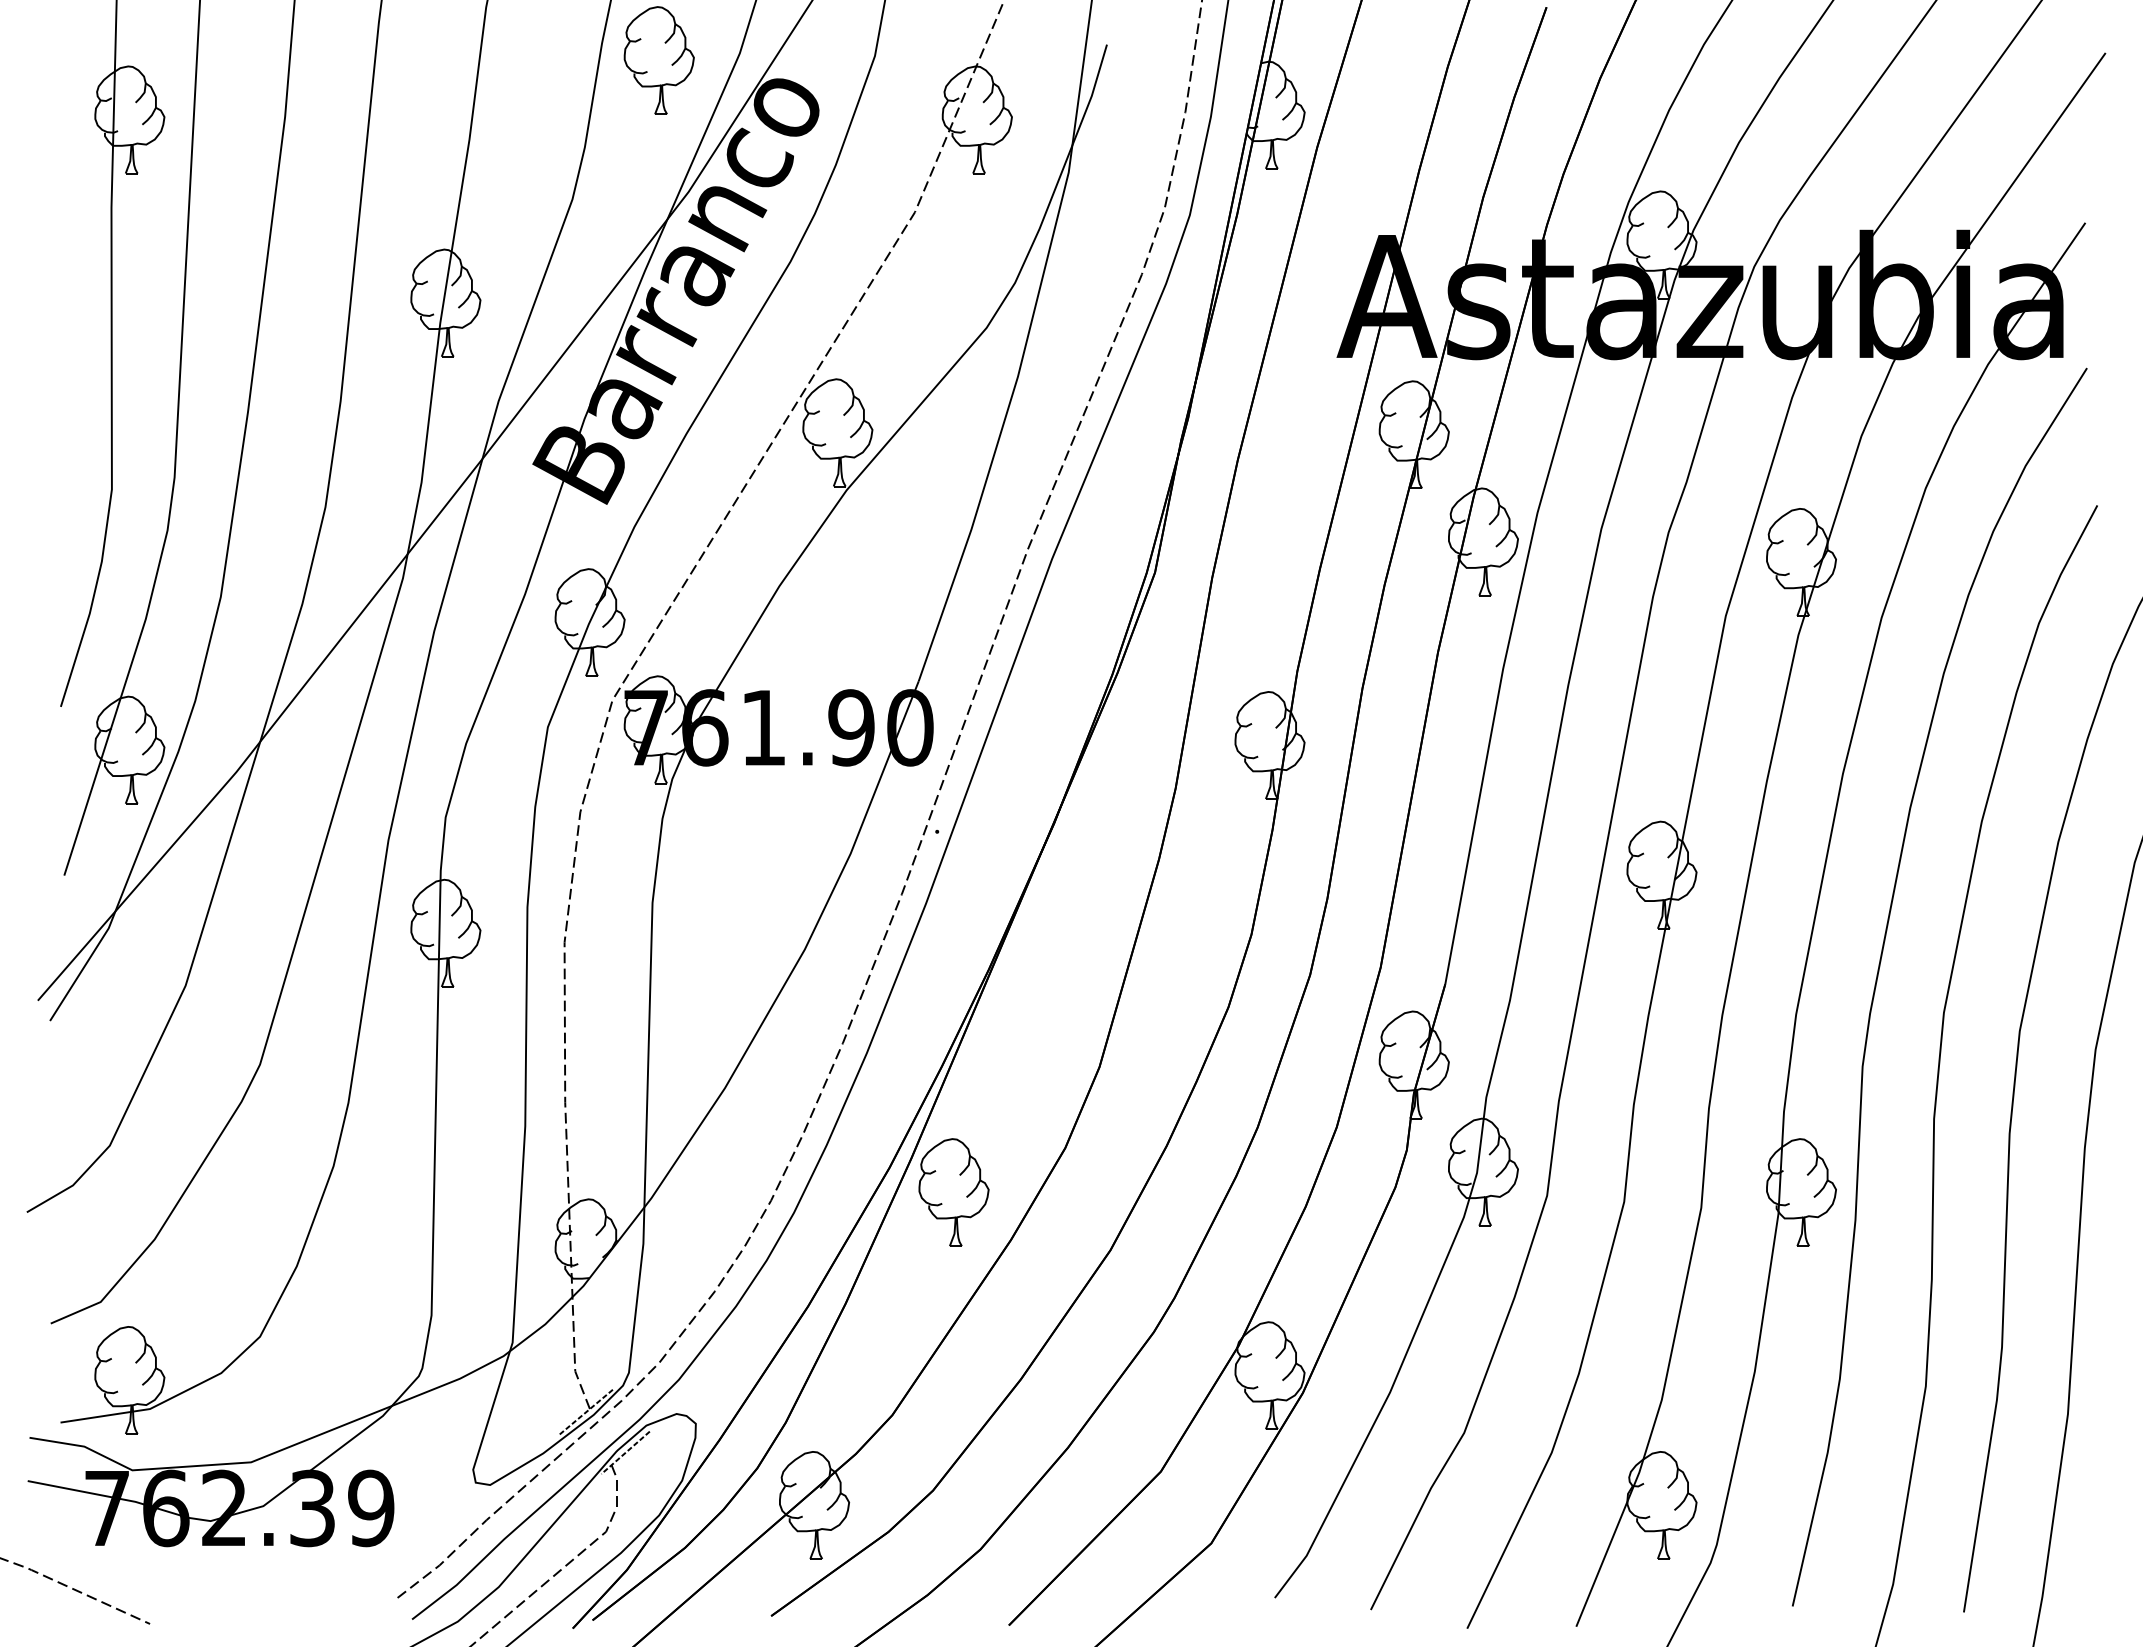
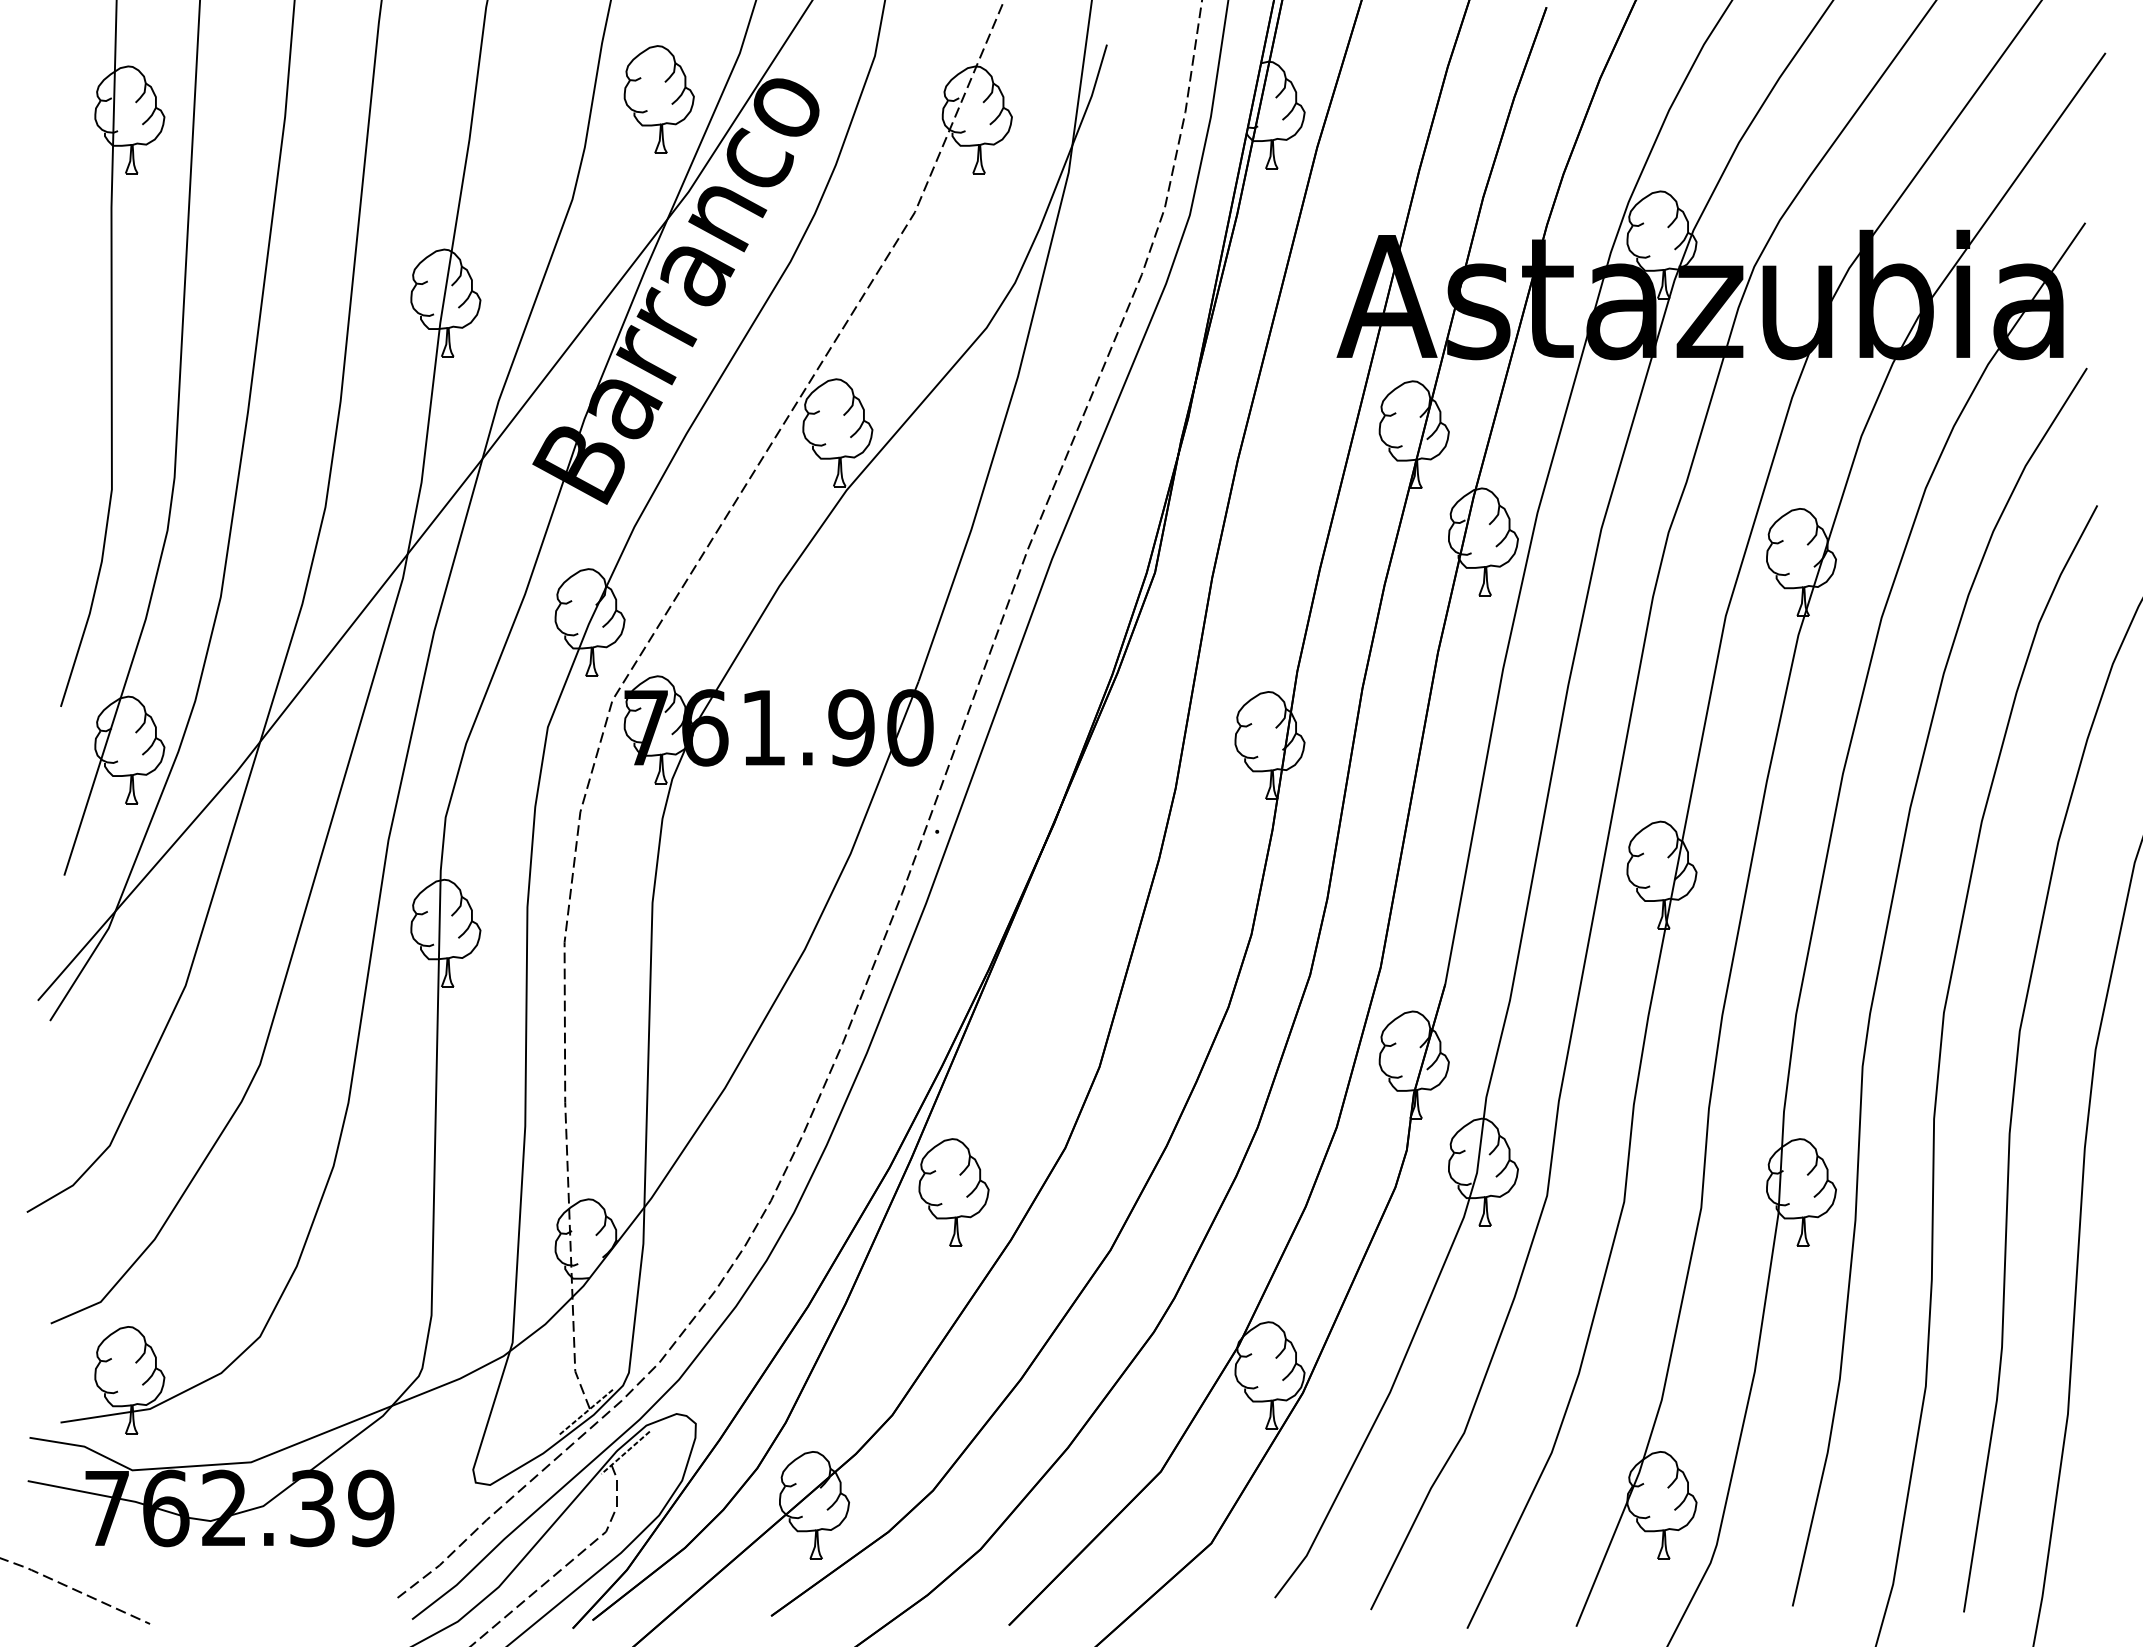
part at (658, 60) position: (658, 60) -> (658, 99)
